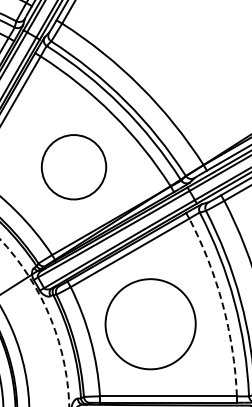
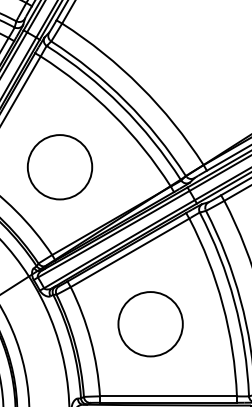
circle at (73, 167) position: (73, 167) -> (59, 167)
arc at (222, 304): dashed -> solid
arc at (50, 318): dashed -> solid
circle at (150, 324) diameter: 90 px -> 64 px
